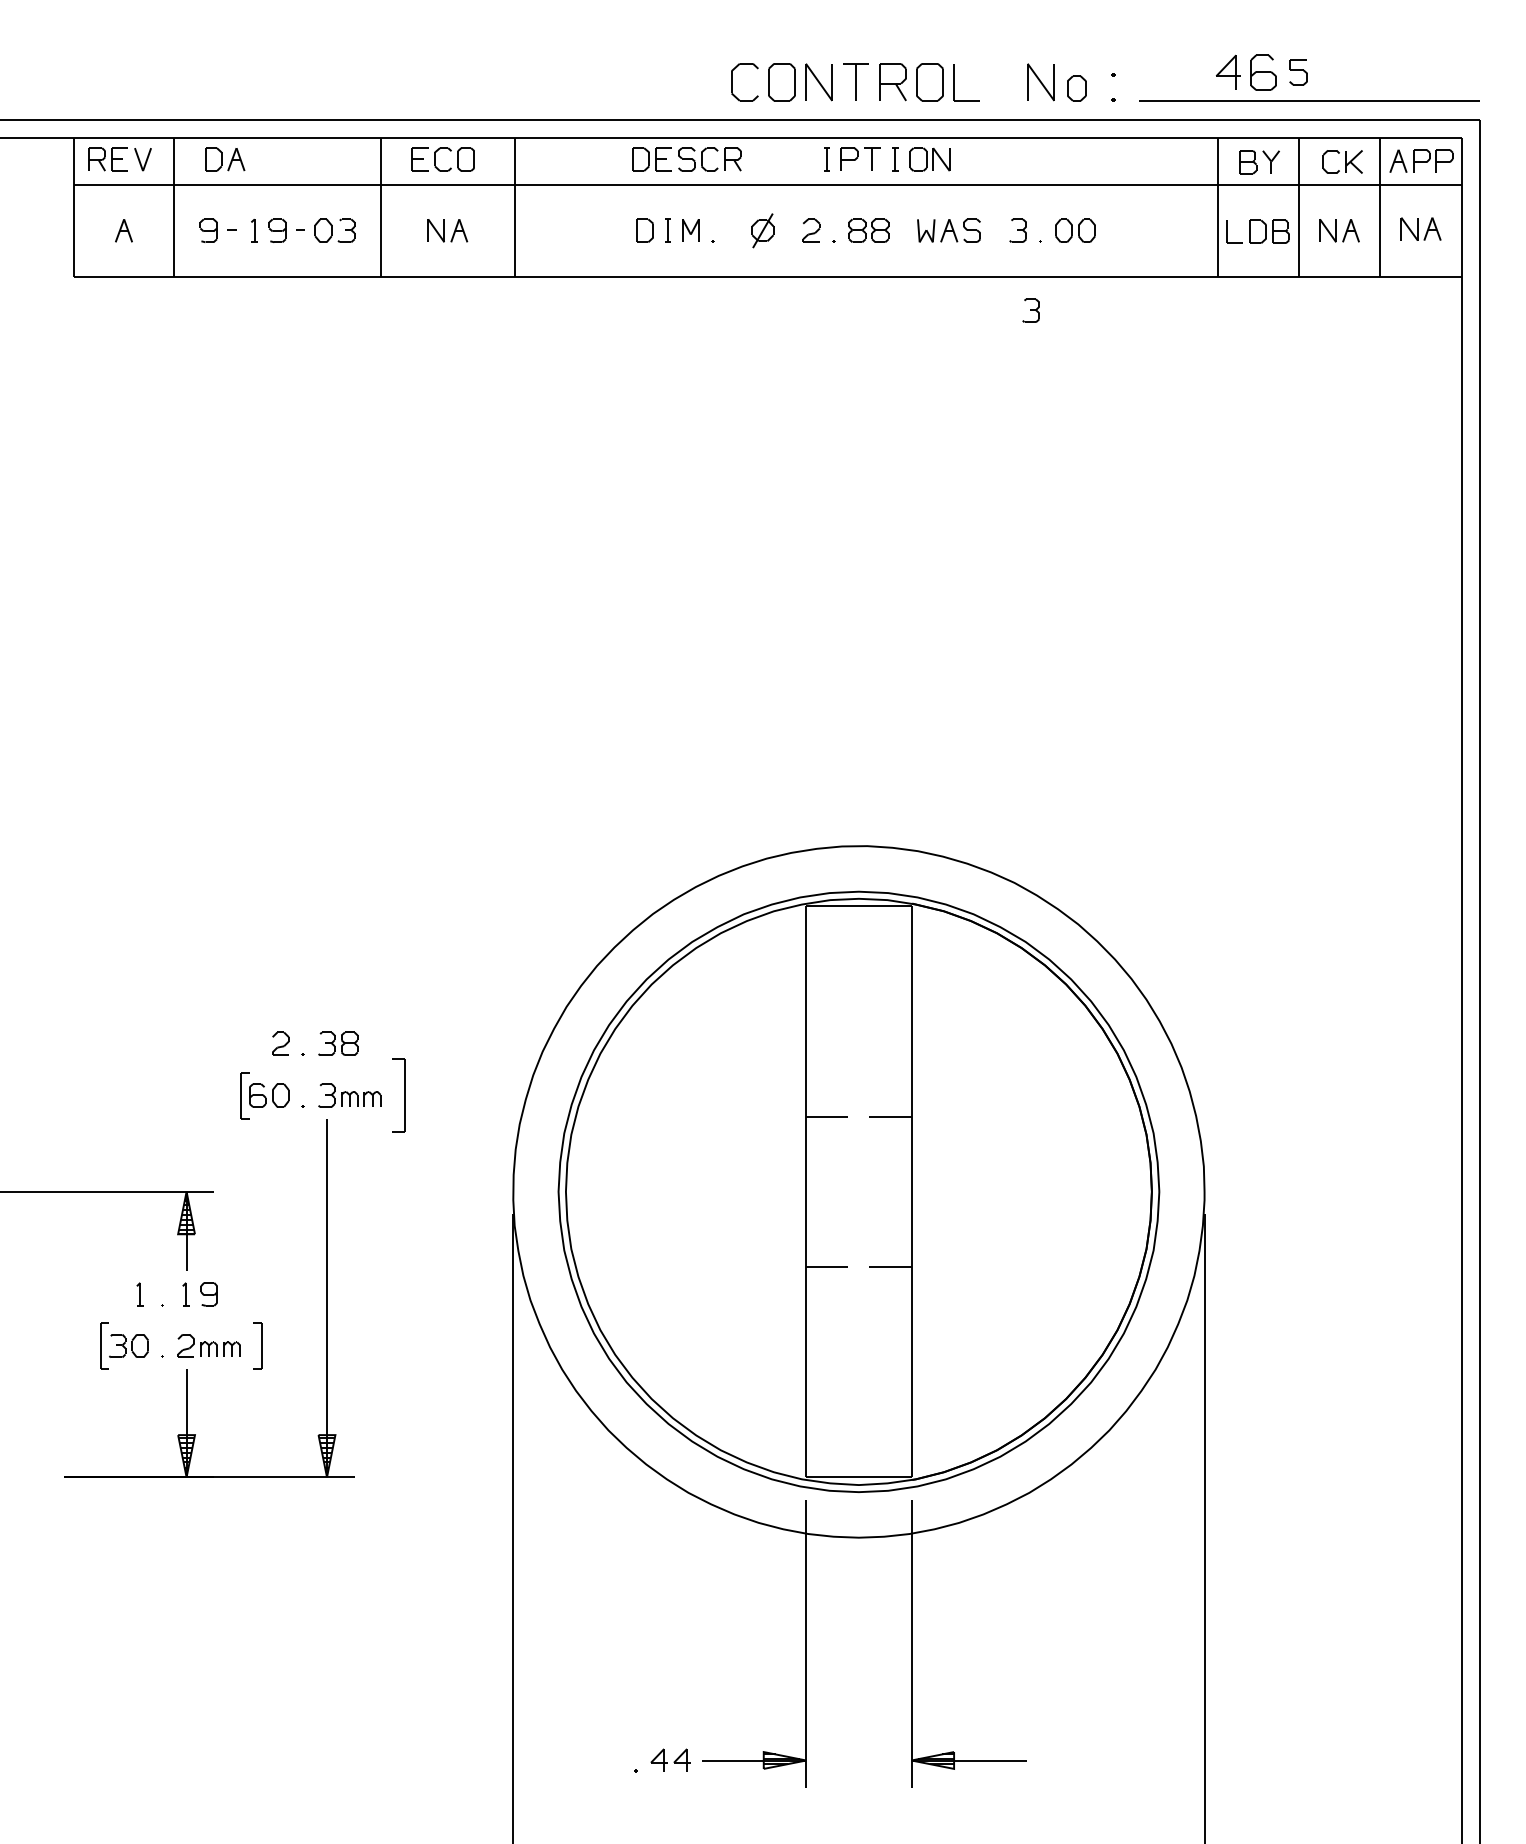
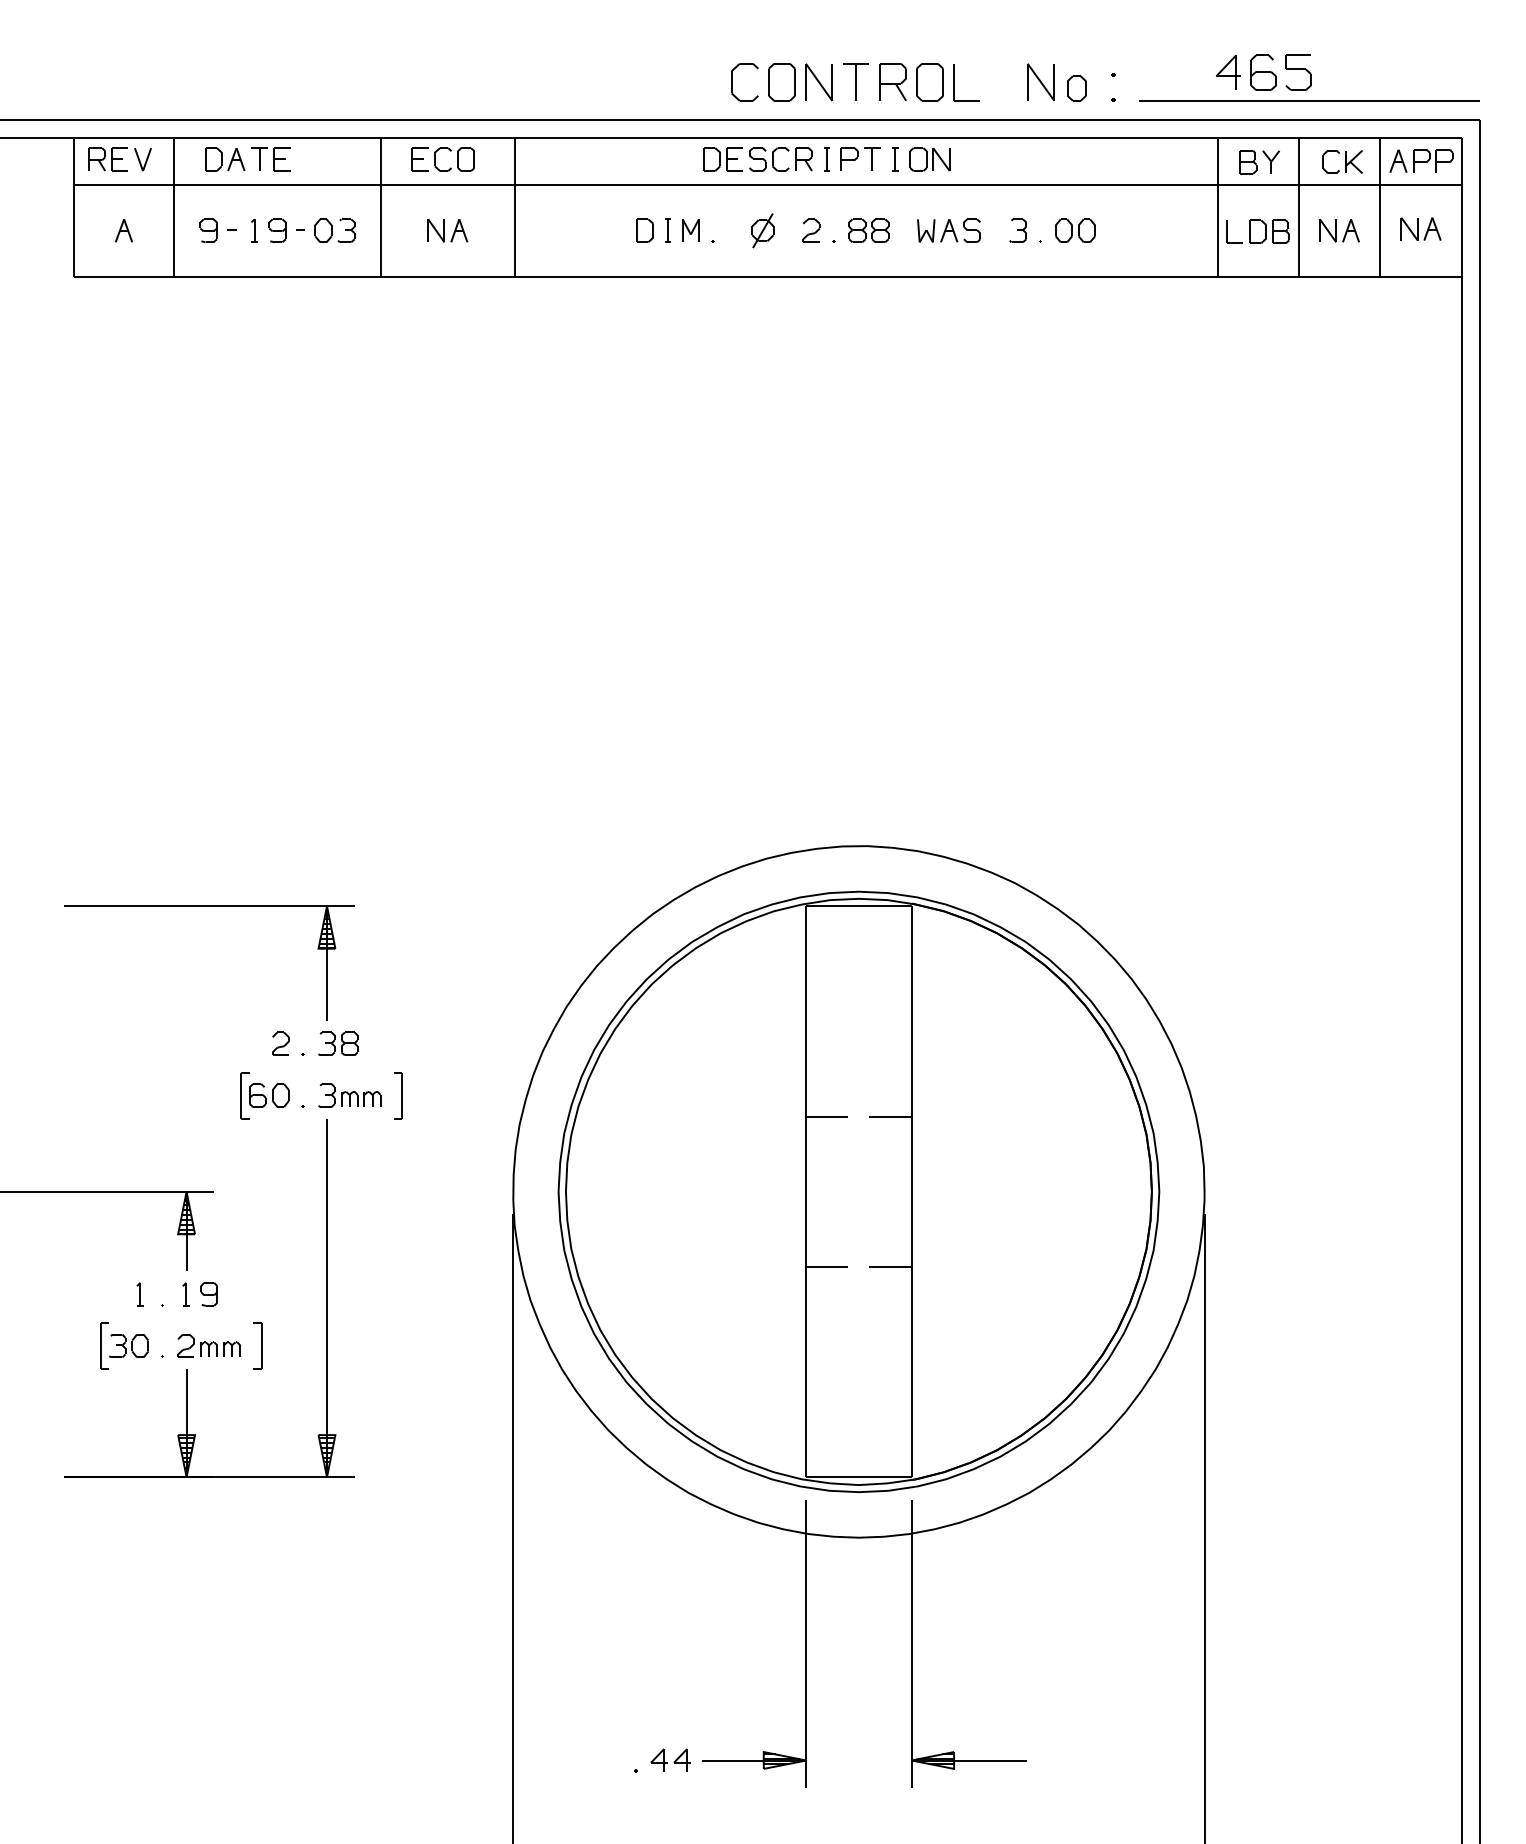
part at (1298, 72) size: 19x27 px -> 27x37 px
part at (270, 159): none -> present
part at (686, 159) position: (686, 159) -> (757, 159)
part at (1030, 310): present -> none
part at (209, 906): none -> present
part at (398, 1095) size: 14x75 px -> 9x48 px
